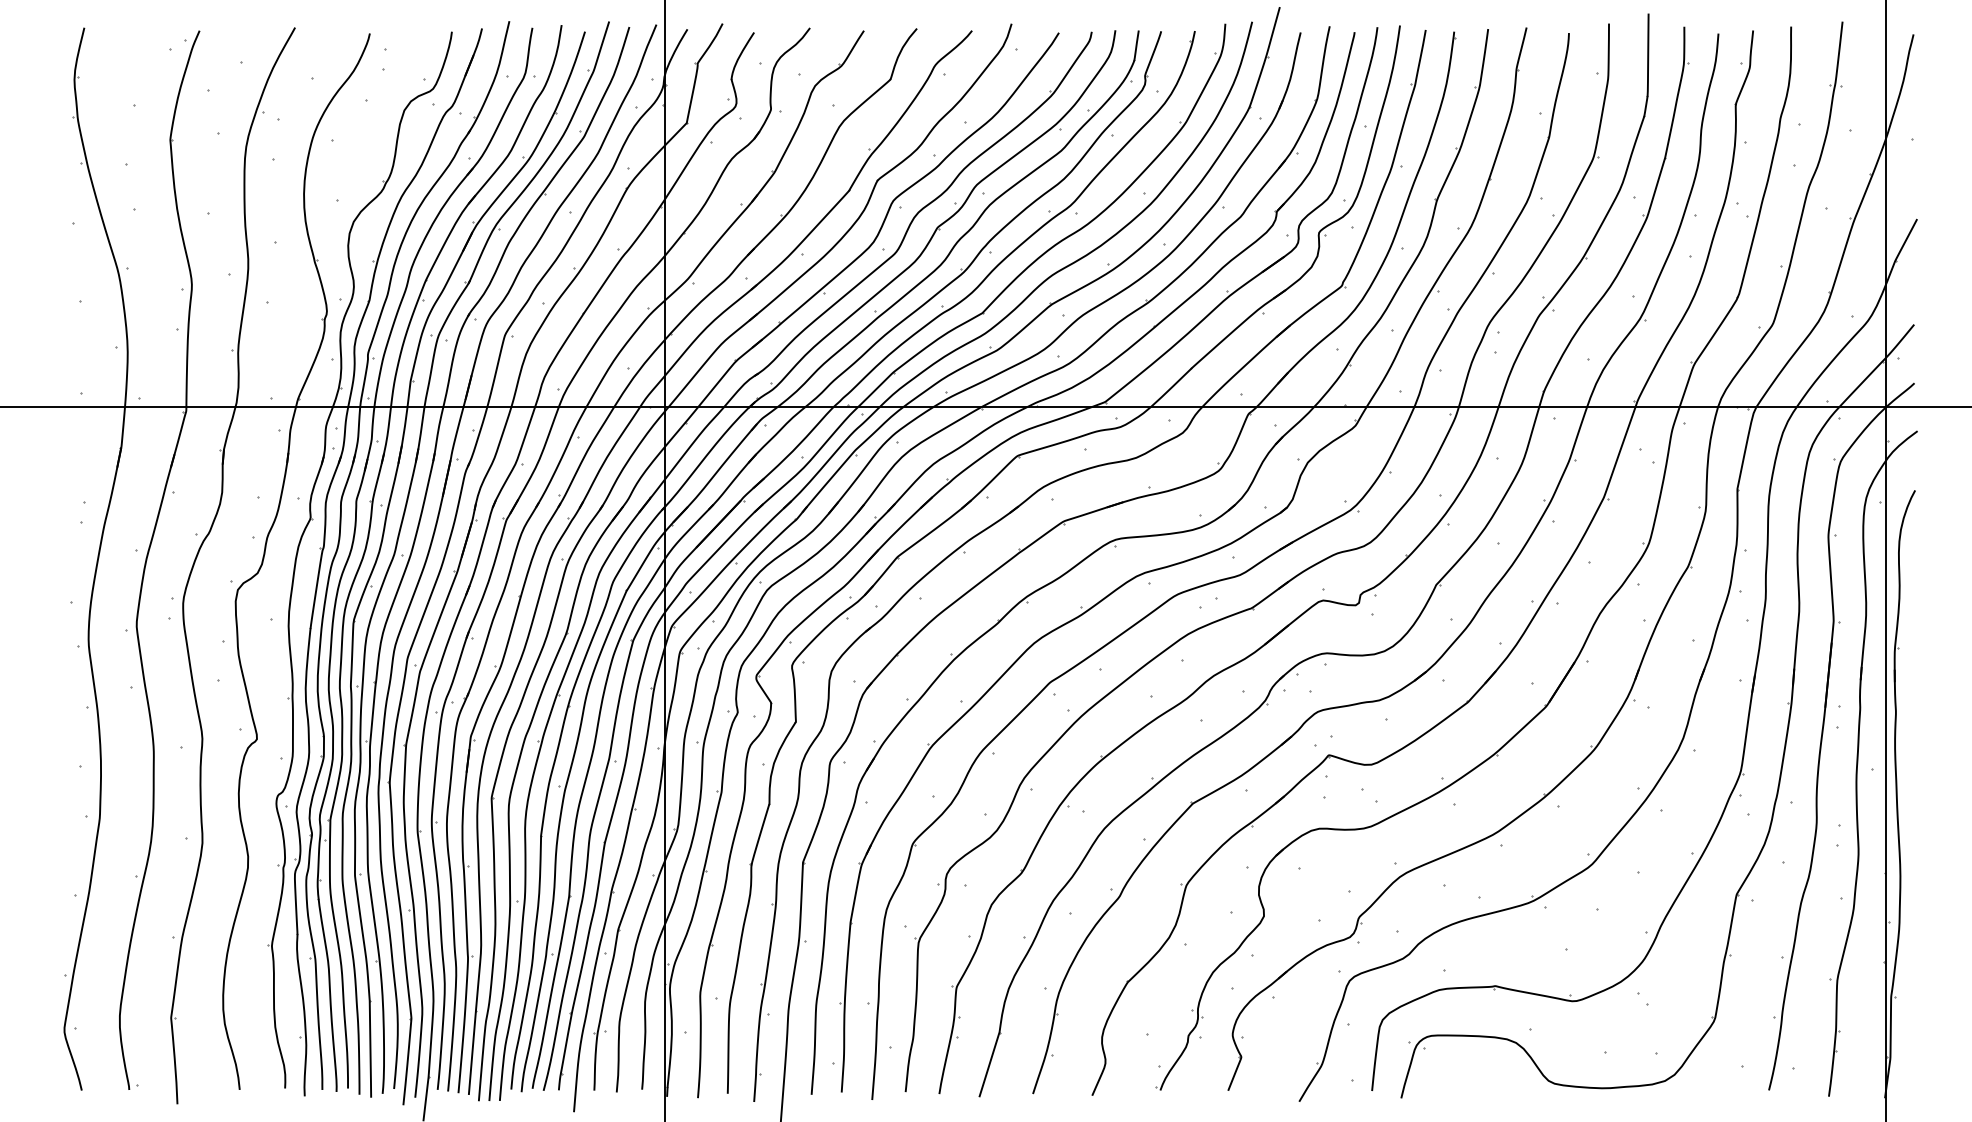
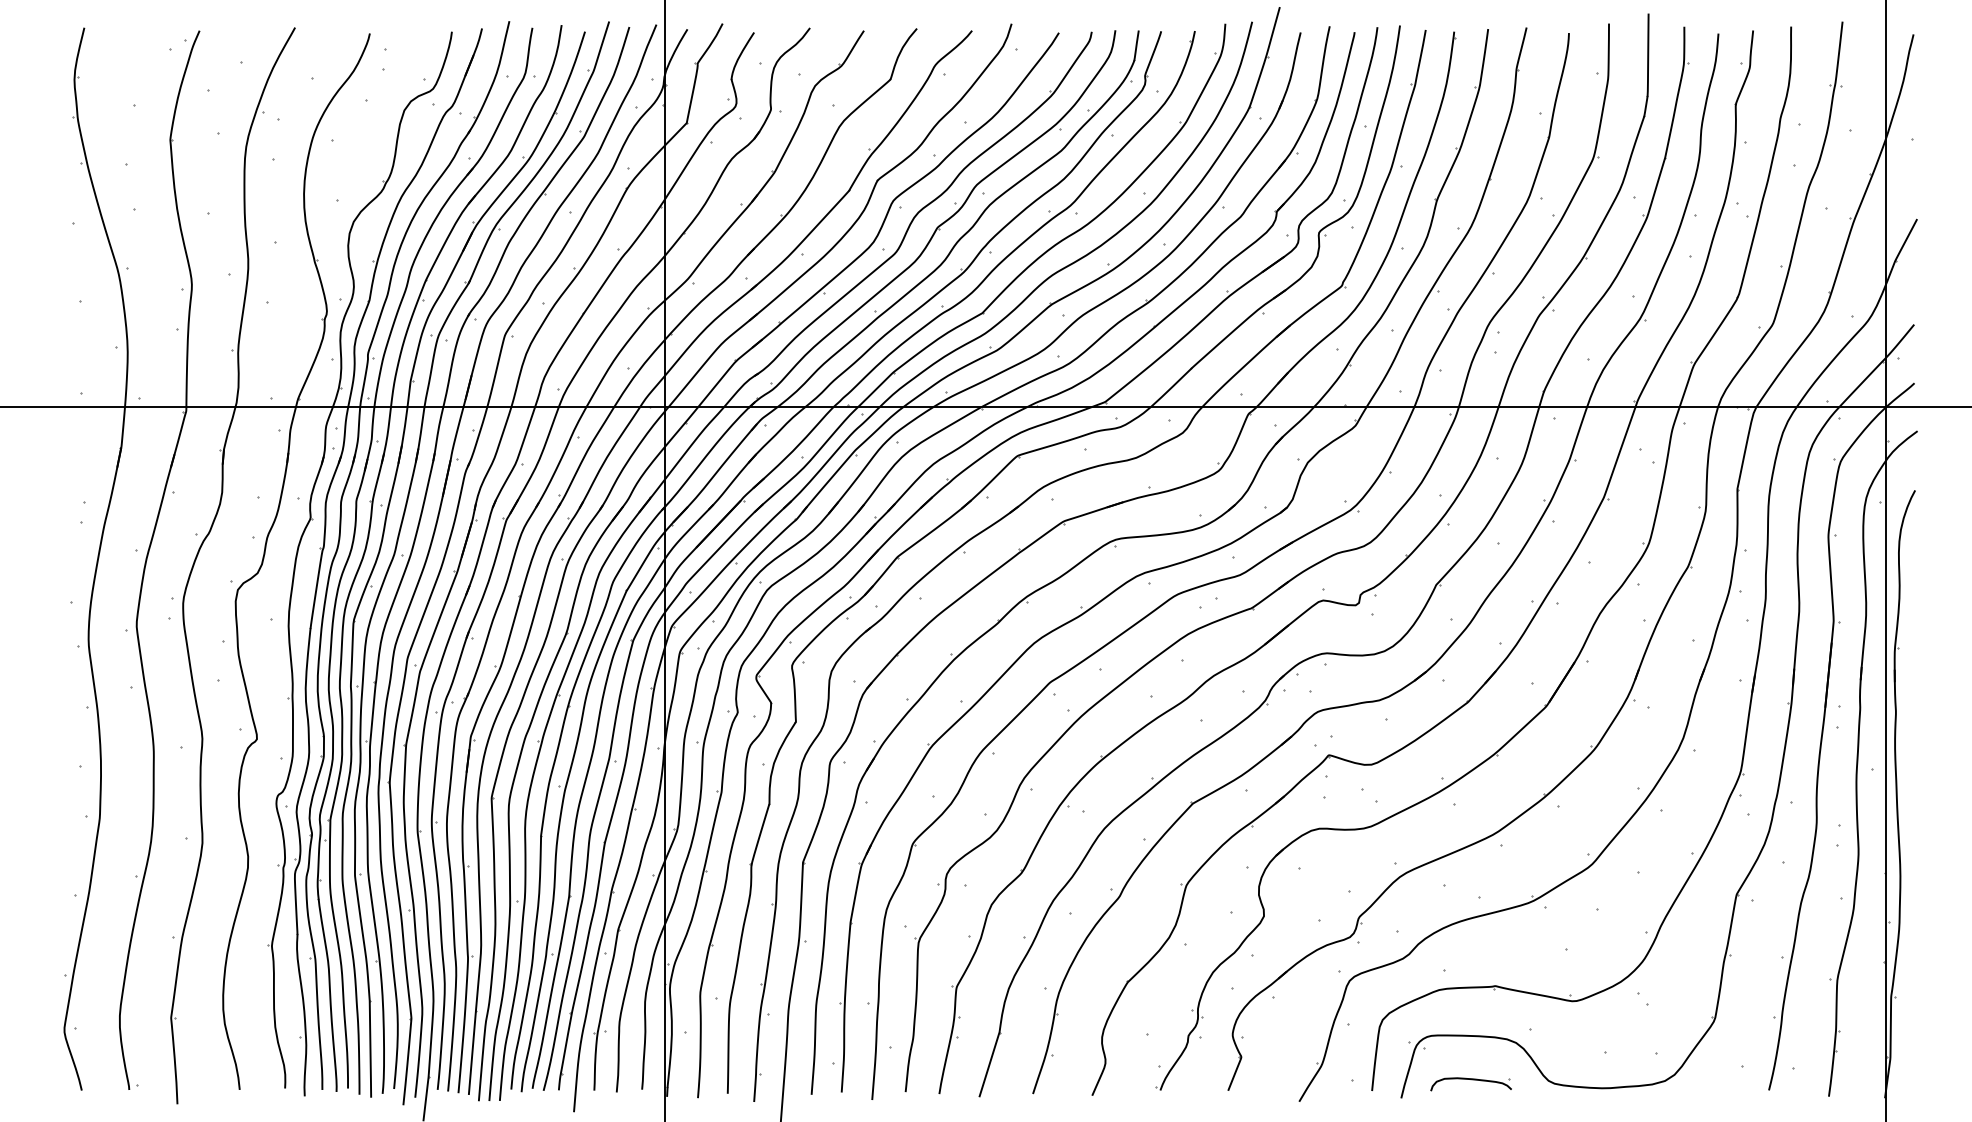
part at (1470, 1084): none -> present
